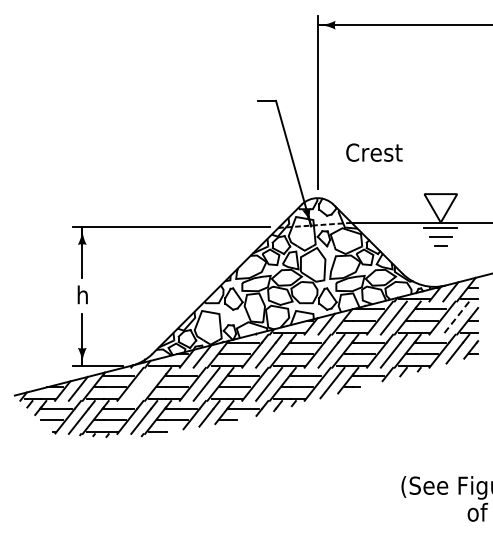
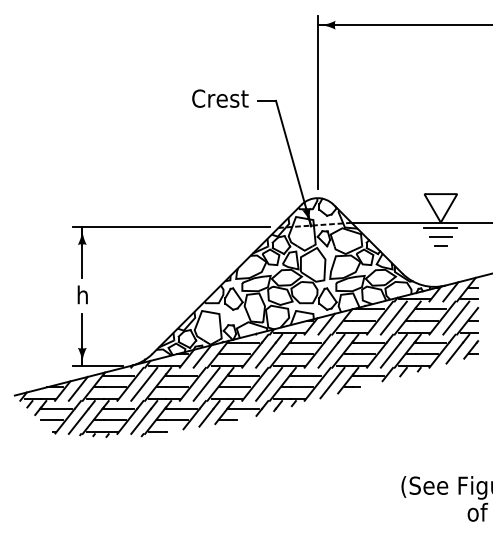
text at (374, 152) position: (374, 152) -> (220, 98)
line at (456, 318): dashed -> solid
line at (144, 383): none -> present
